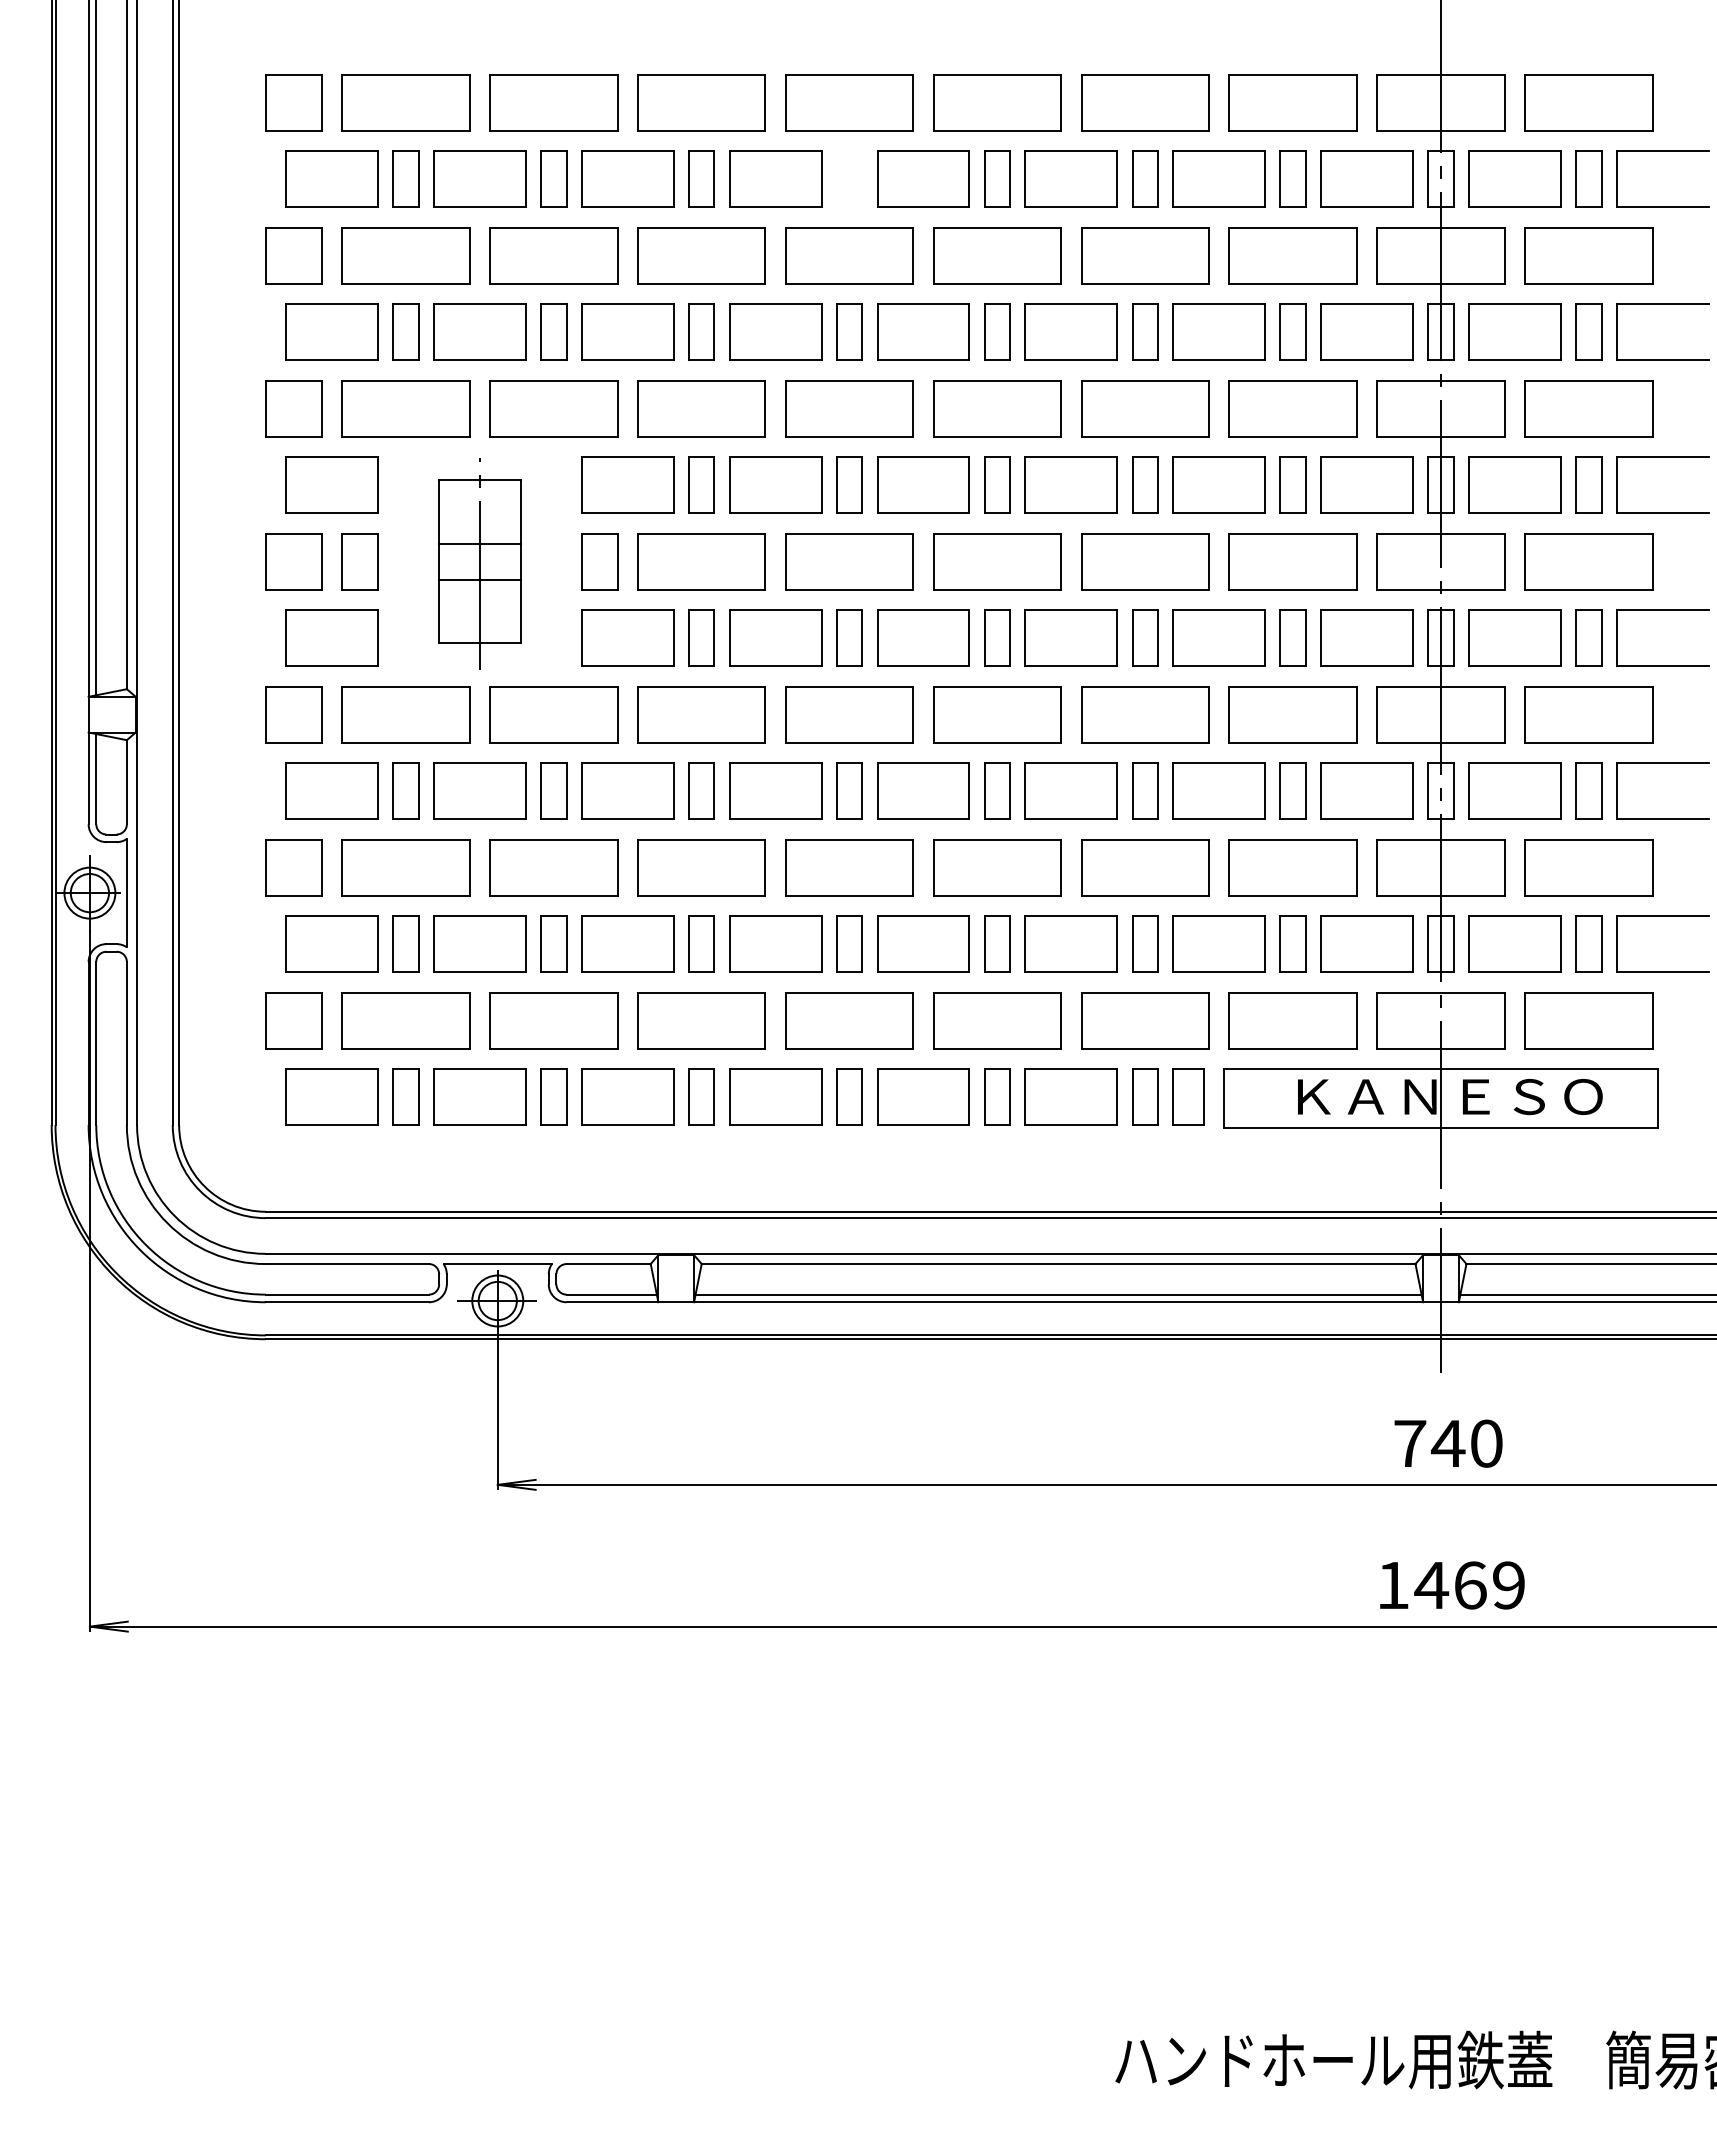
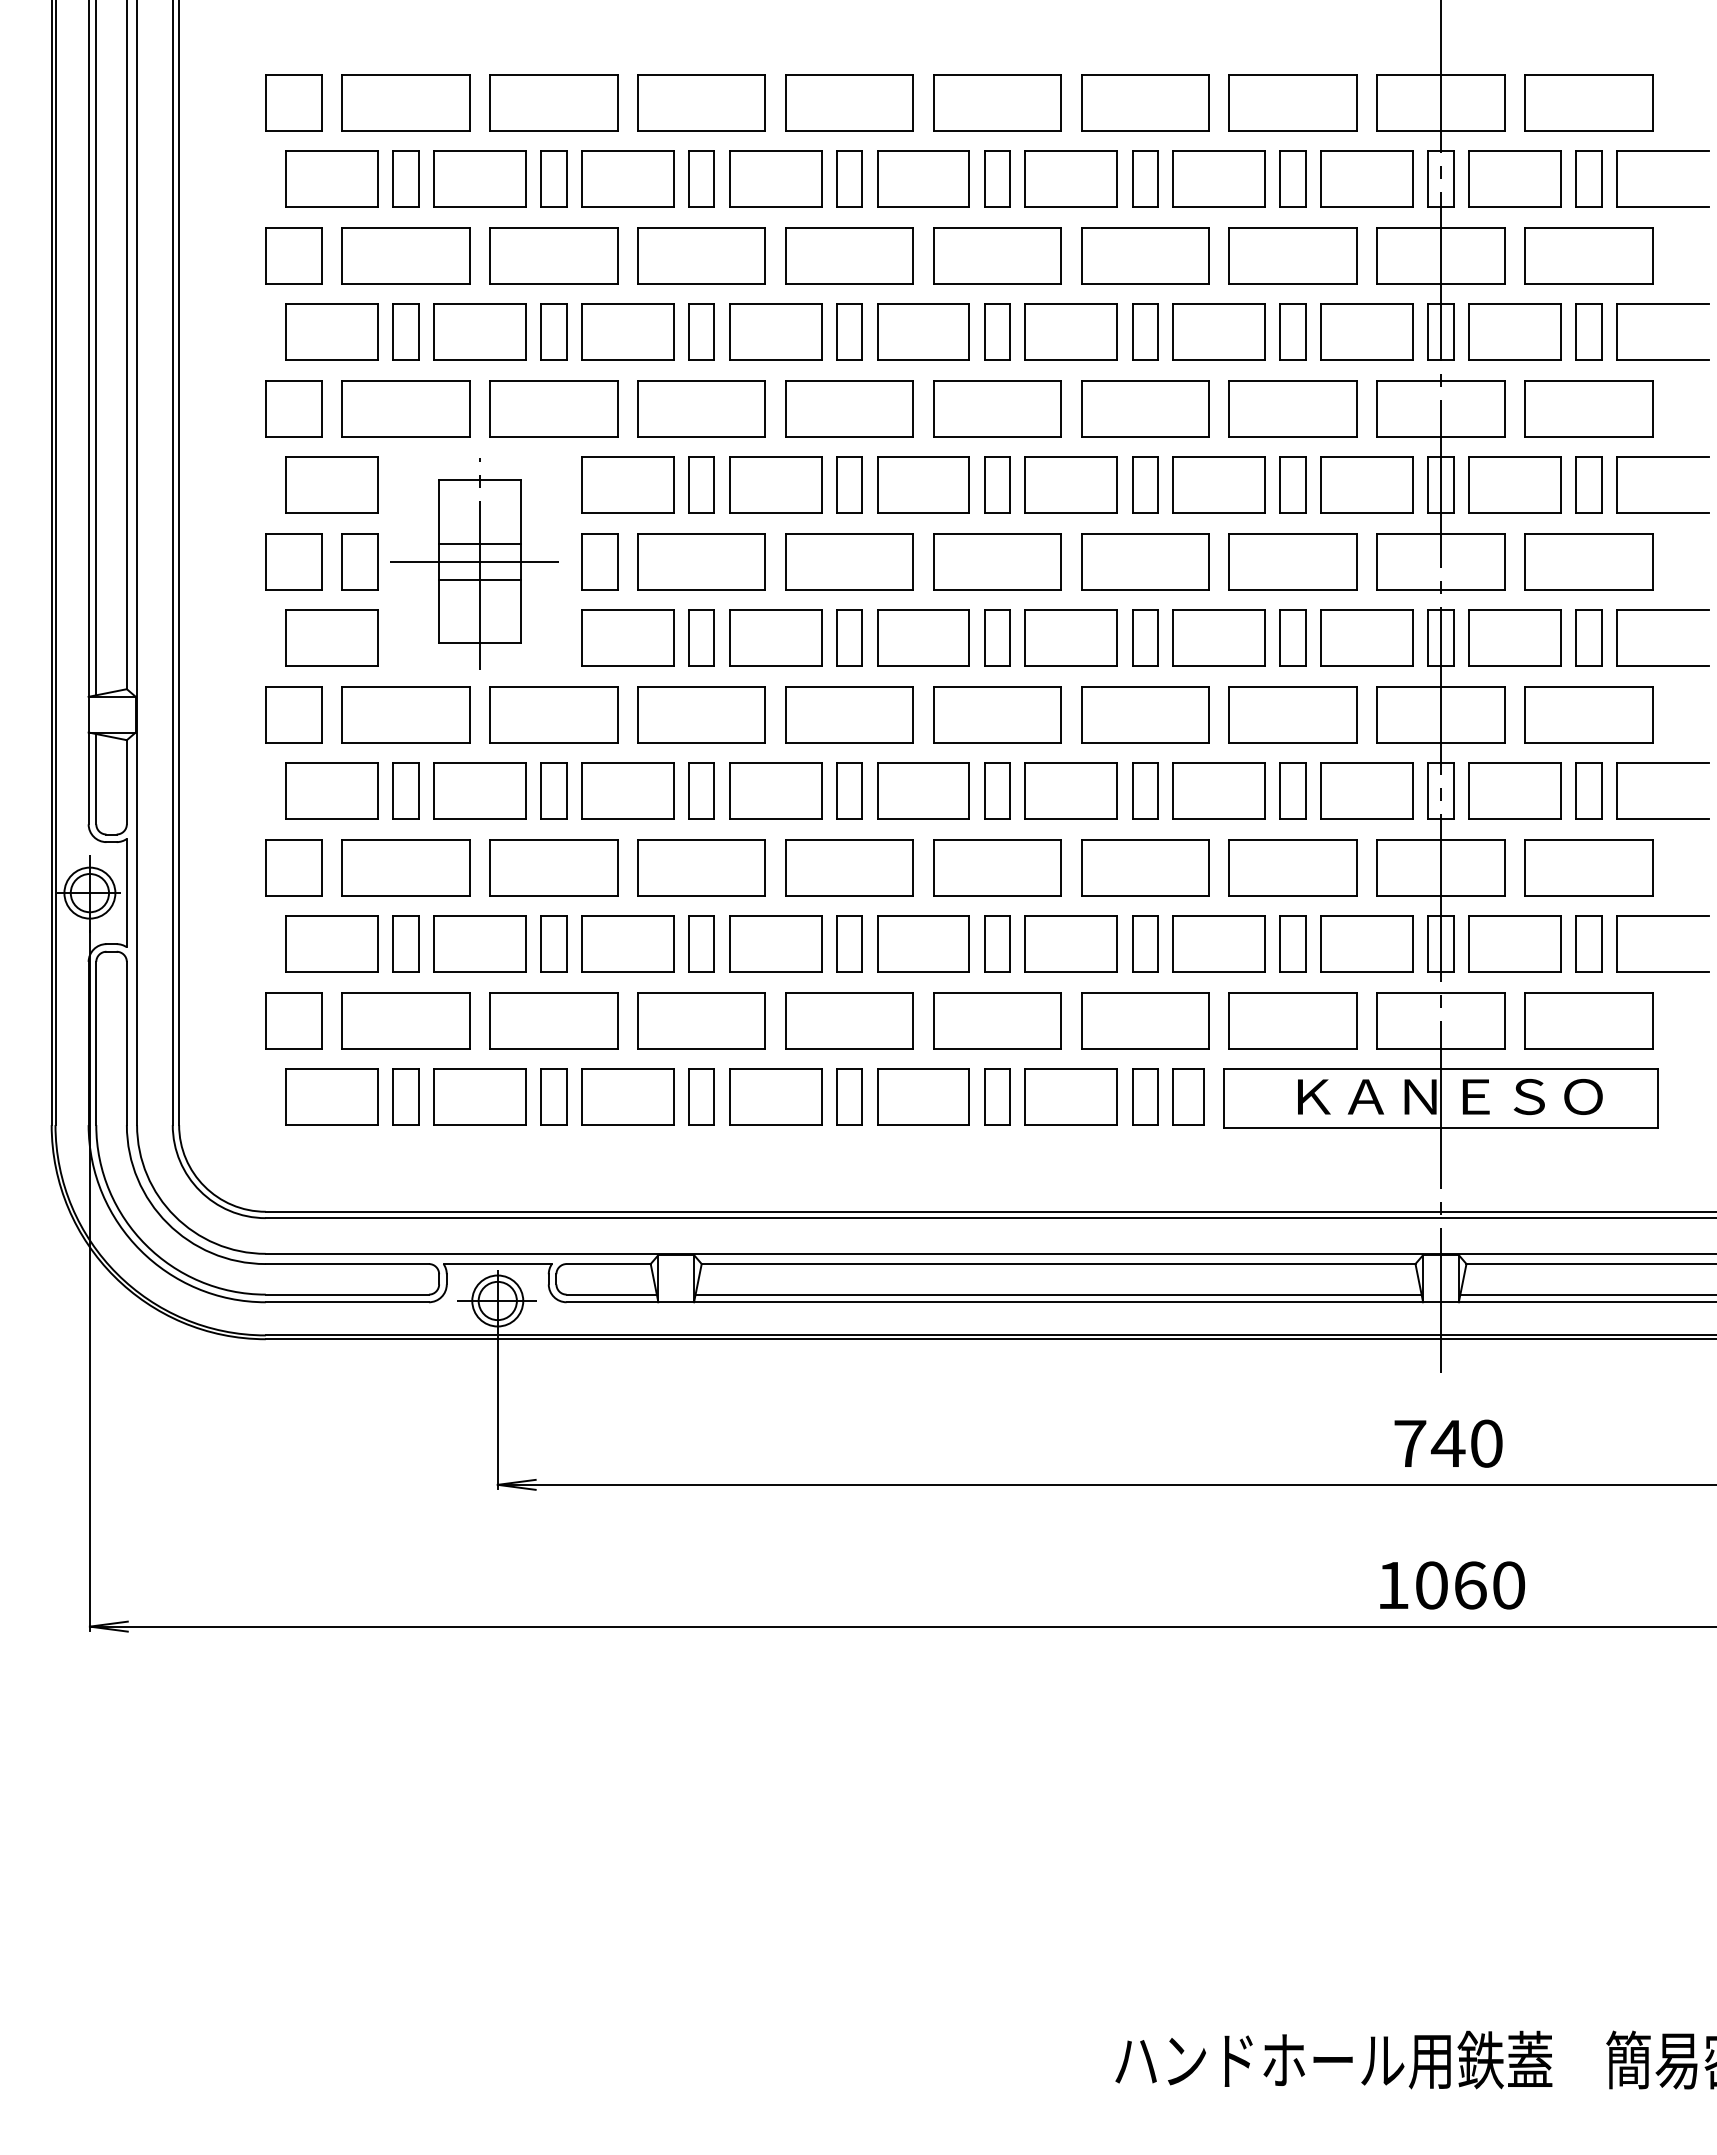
part at (849, 178): none -> present
line at (477, 561): none -> present
text at (1469, 1585): 1469 -> 1060
